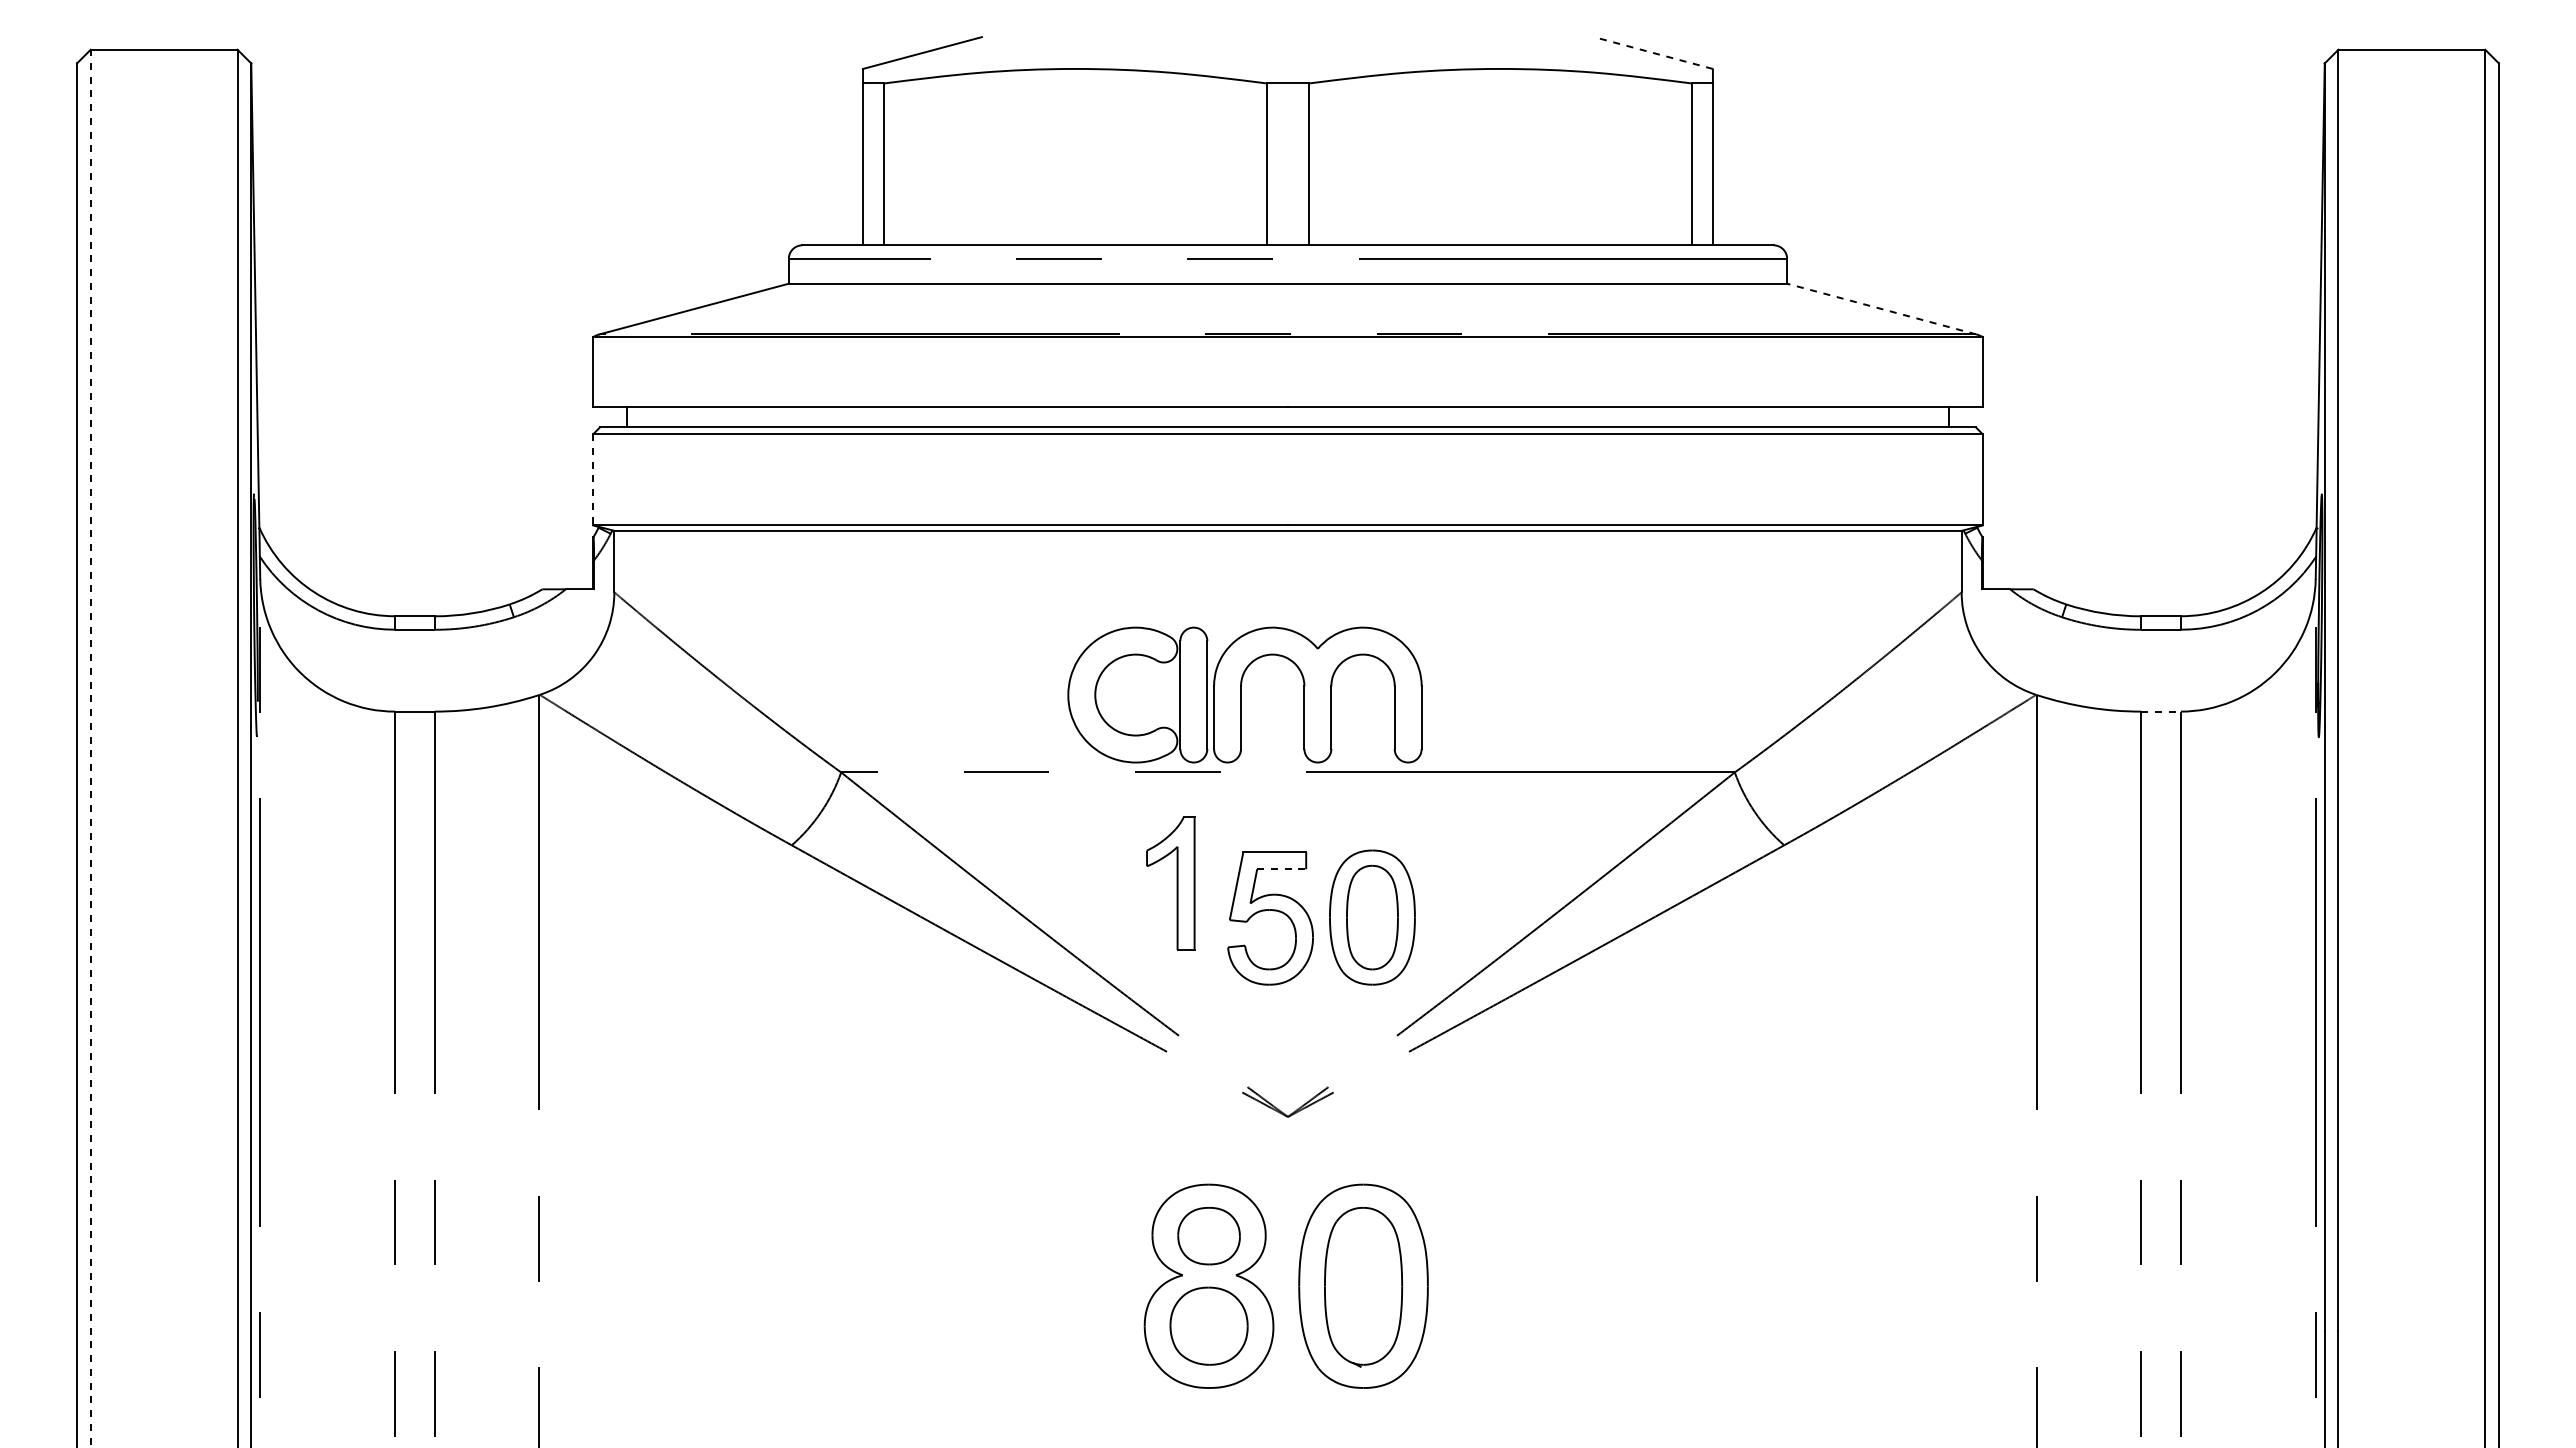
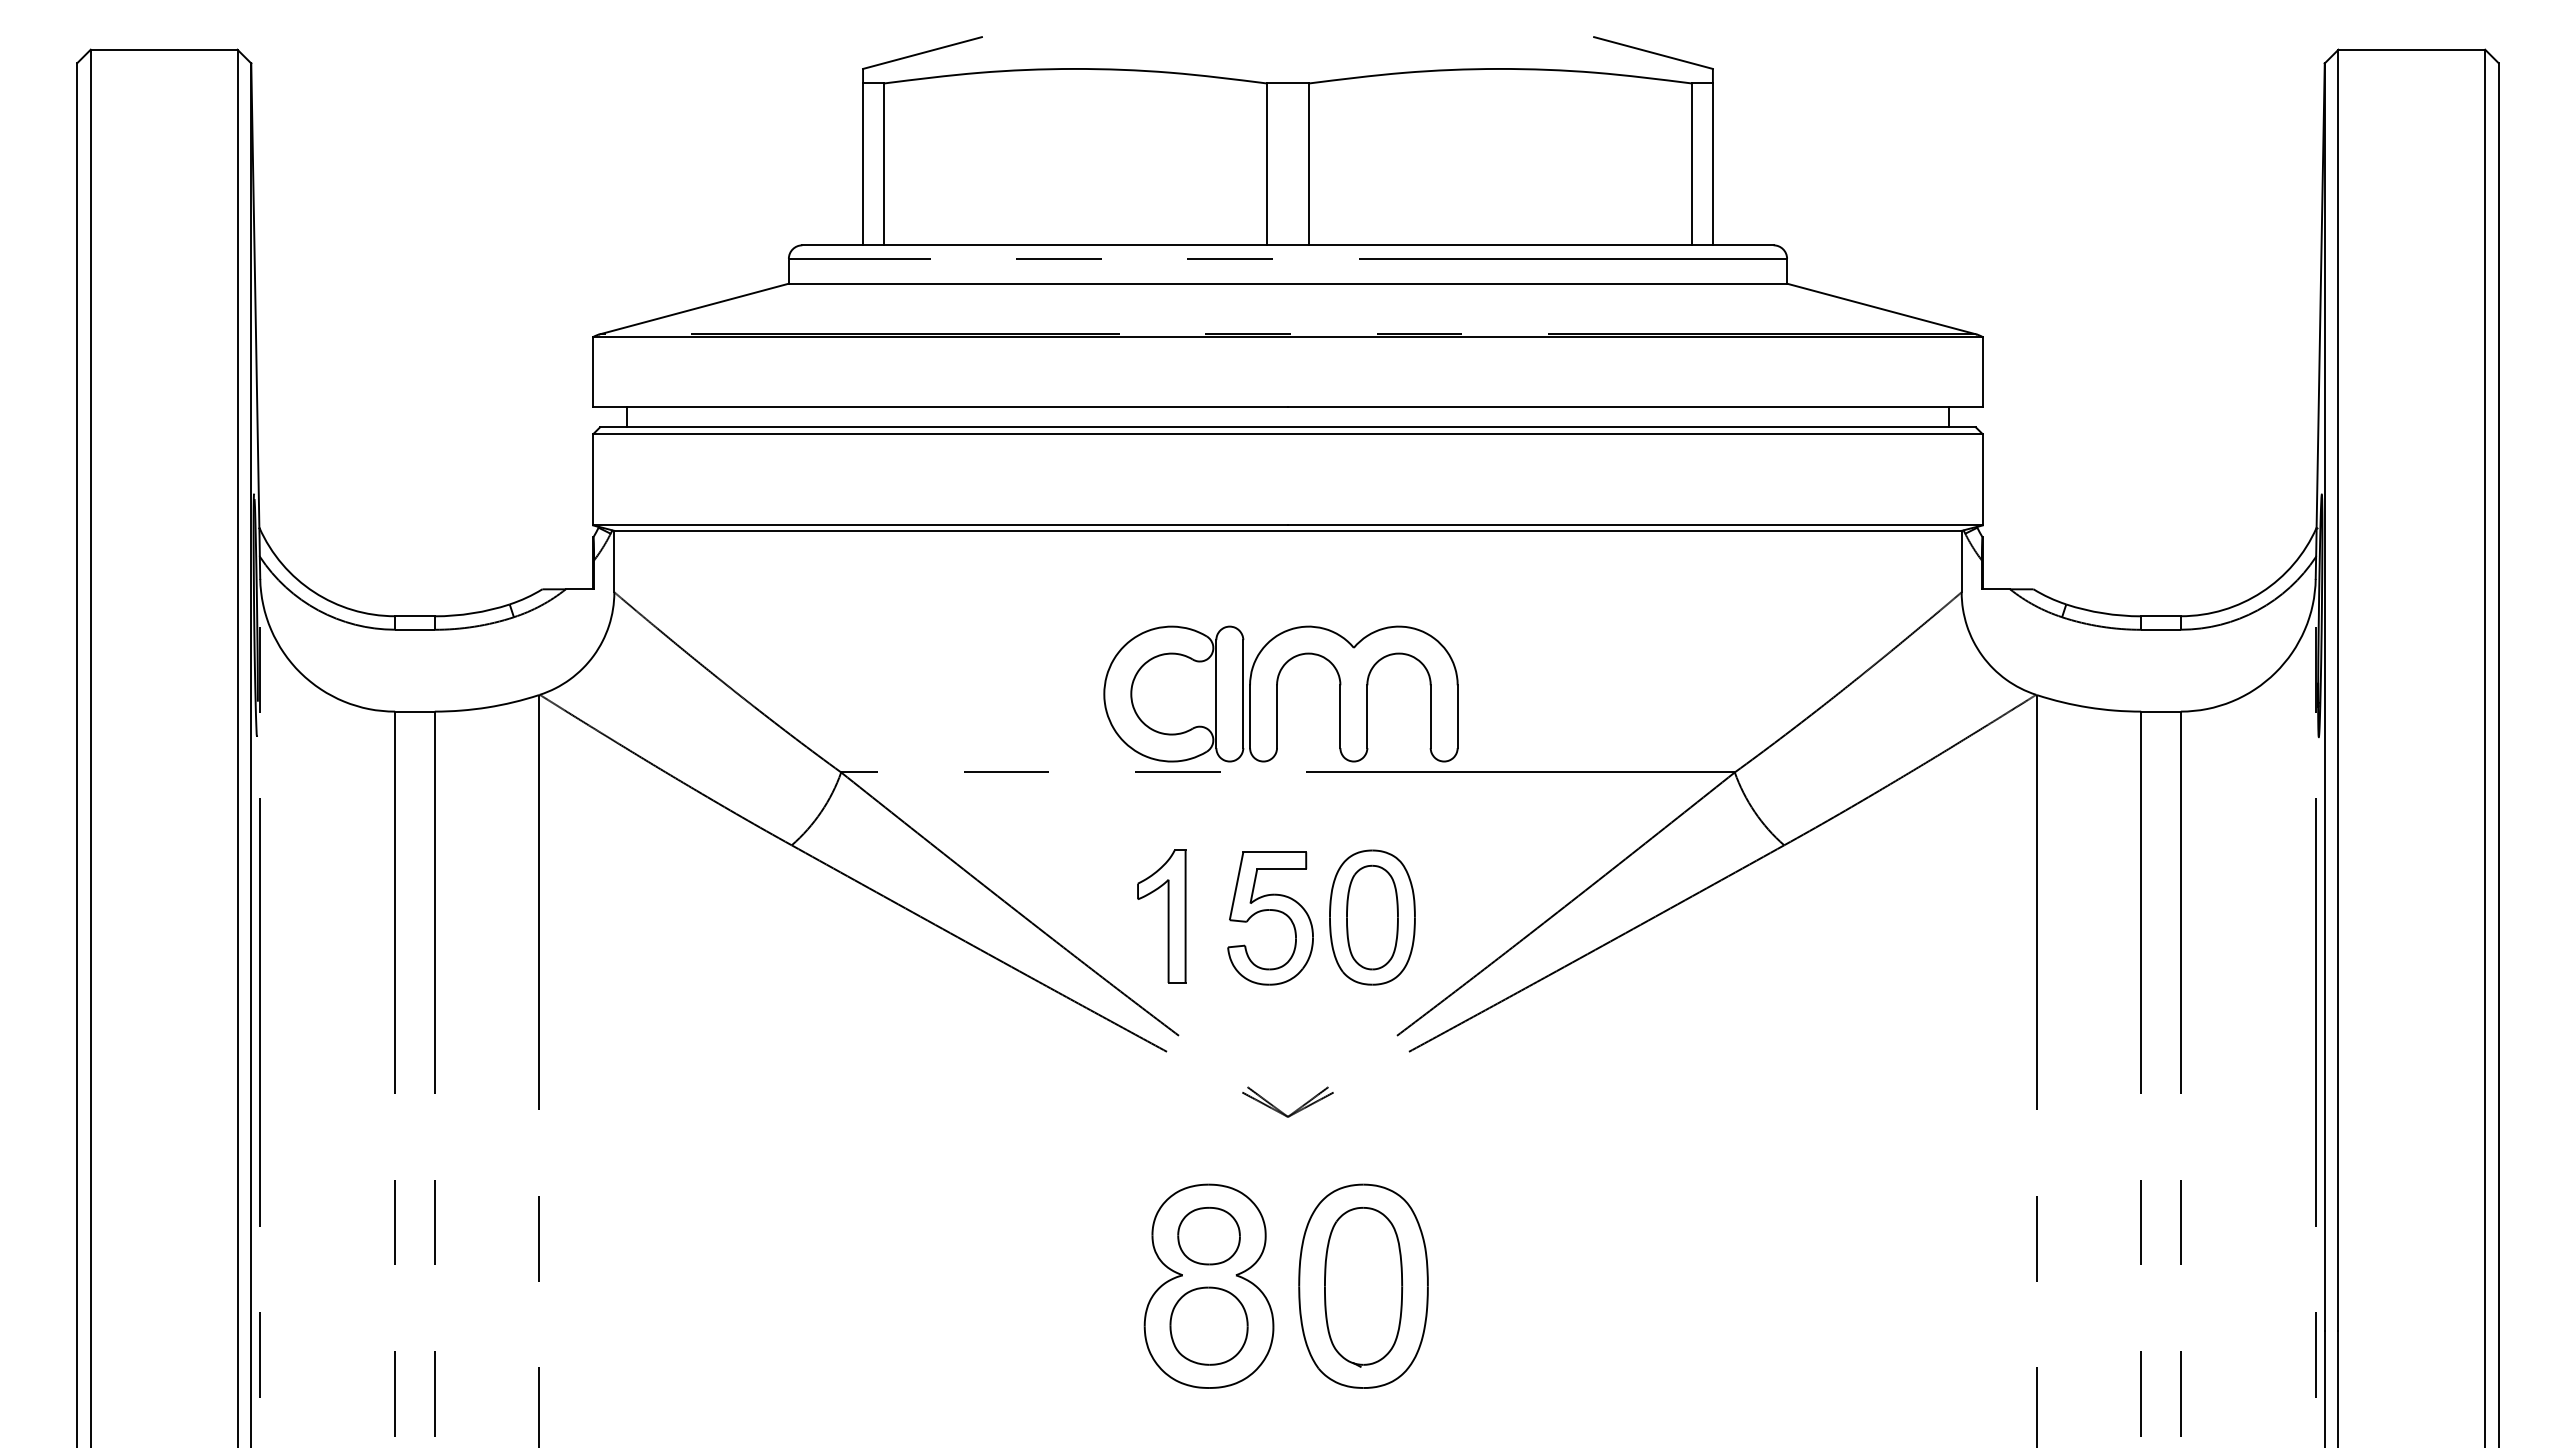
line at (1653, 53): dashed -> solid
line at (1881, 309): dashed -> solid
line at (593, 479): dashed -> solid
part at (1244, 694) position: (1244, 694) -> (1280, 693)
line at (2161, 711): dashed -> solid
line at (90, 748): dashed -> solid
line at (1282, 869): dashed -> solid
part at (1170, 883) position: (1170, 883) -> (1161, 916)
